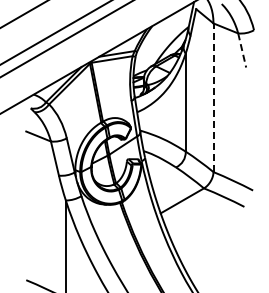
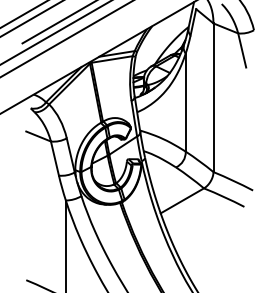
line at (31, 18): none -> present
line at (57, 22): none -> present
line at (242, 50): dashed -> solid
line at (213, 97): dashed -> solid
